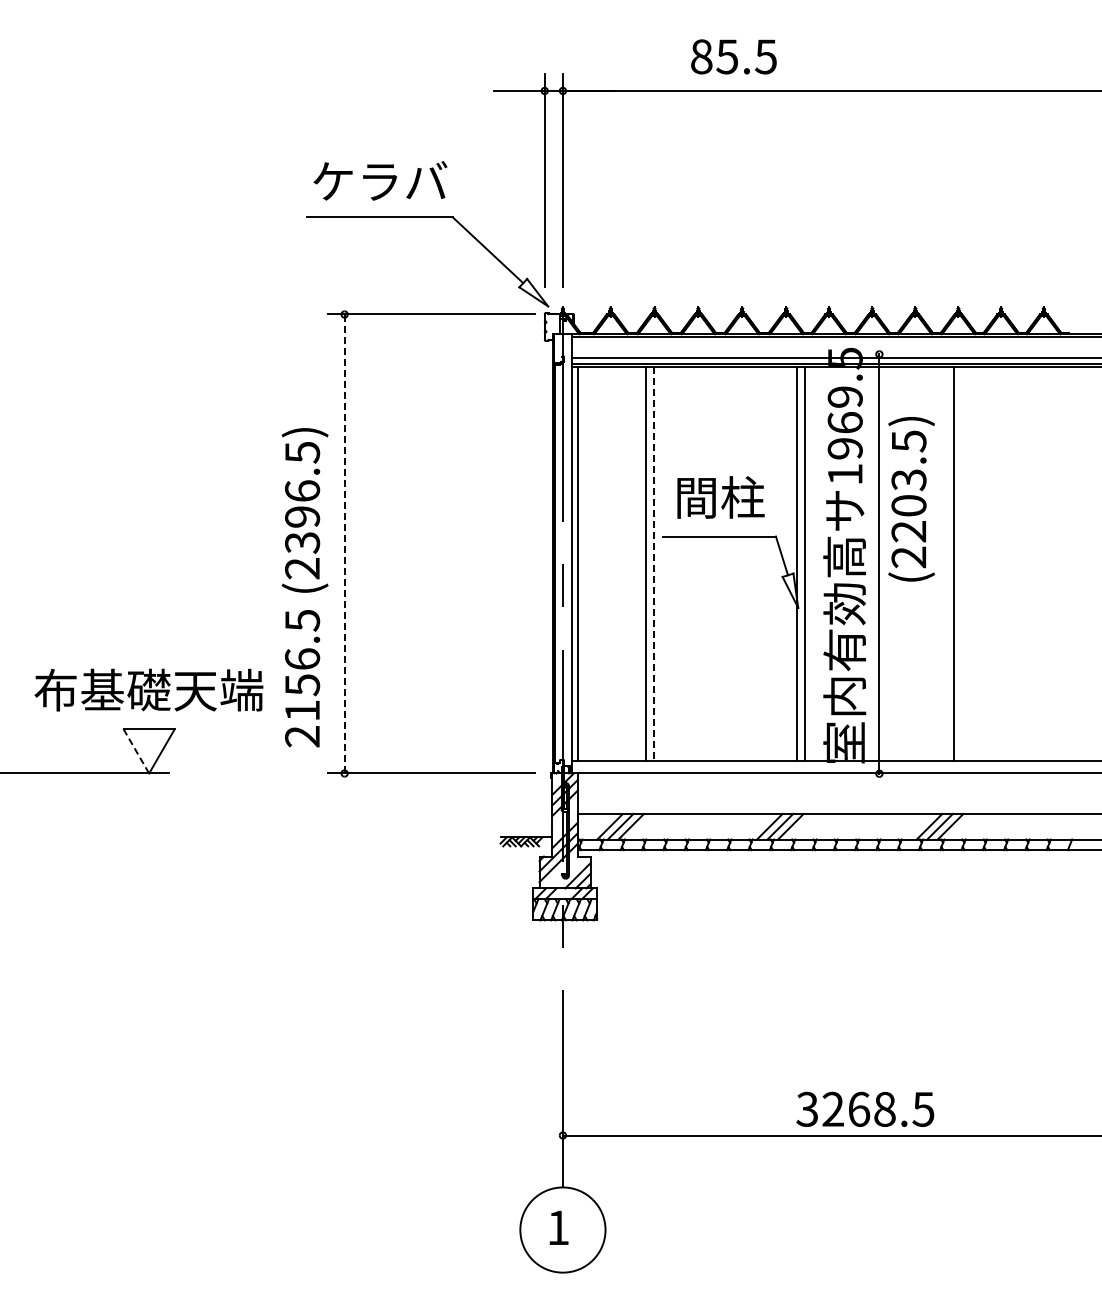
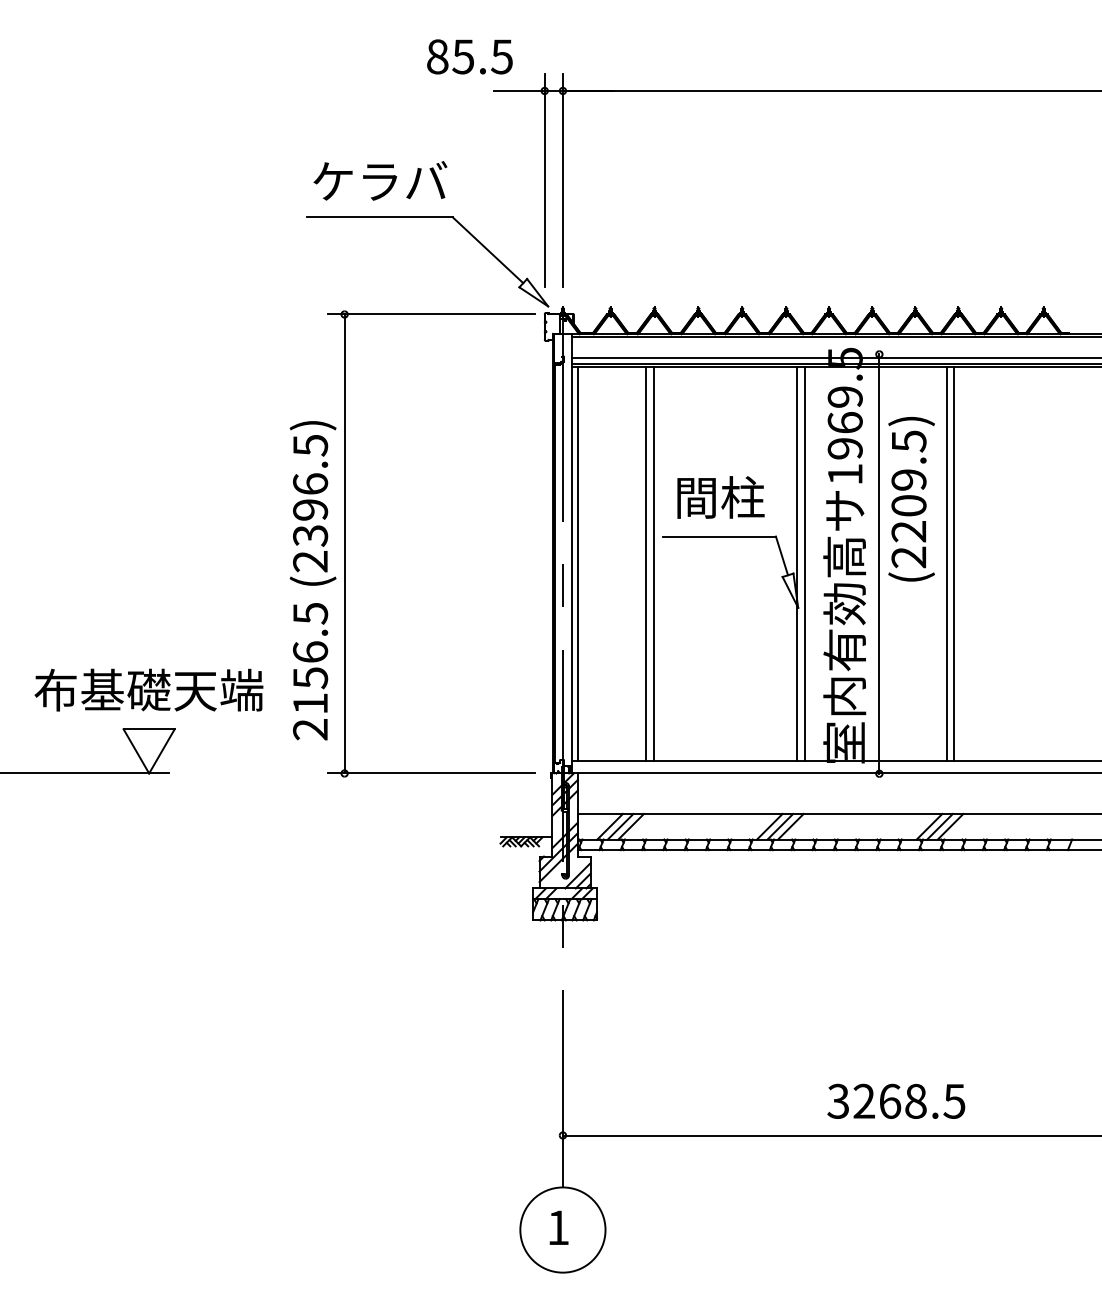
text at (733, 56) position: (733, 56) -> (469, 56)
text at (908, 480): (2203.5) -> (2209.5)
line at (344, 544): dashed -> solid
line at (946, 563): none -> present
line at (653, 564): dashed -> solid
text at (304, 587) position: (304, 587) -> (312, 580)
line at (136, 751): dashed -> solid
text at (865, 1108) position: (865, 1108) -> (896, 1100)
